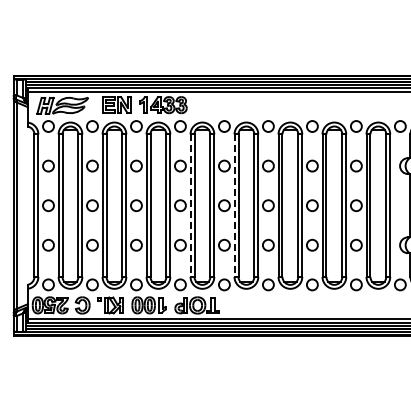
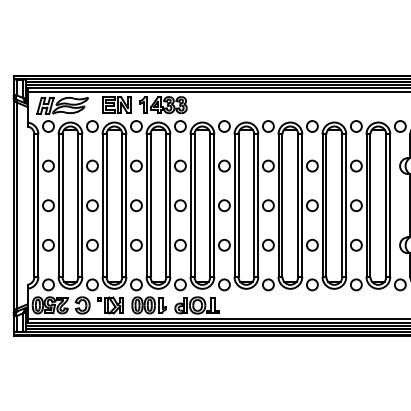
line at (190, 206): dashed -> solid
line at (234, 206): dashed -> solid
